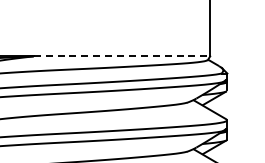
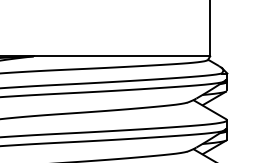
line at (122, 56): dashed -> solid
